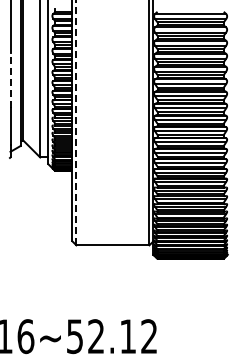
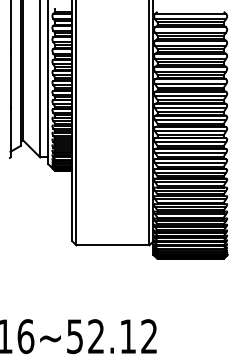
line at (10, 80): dashed -> solid
line at (76, 122): dashed -> solid
